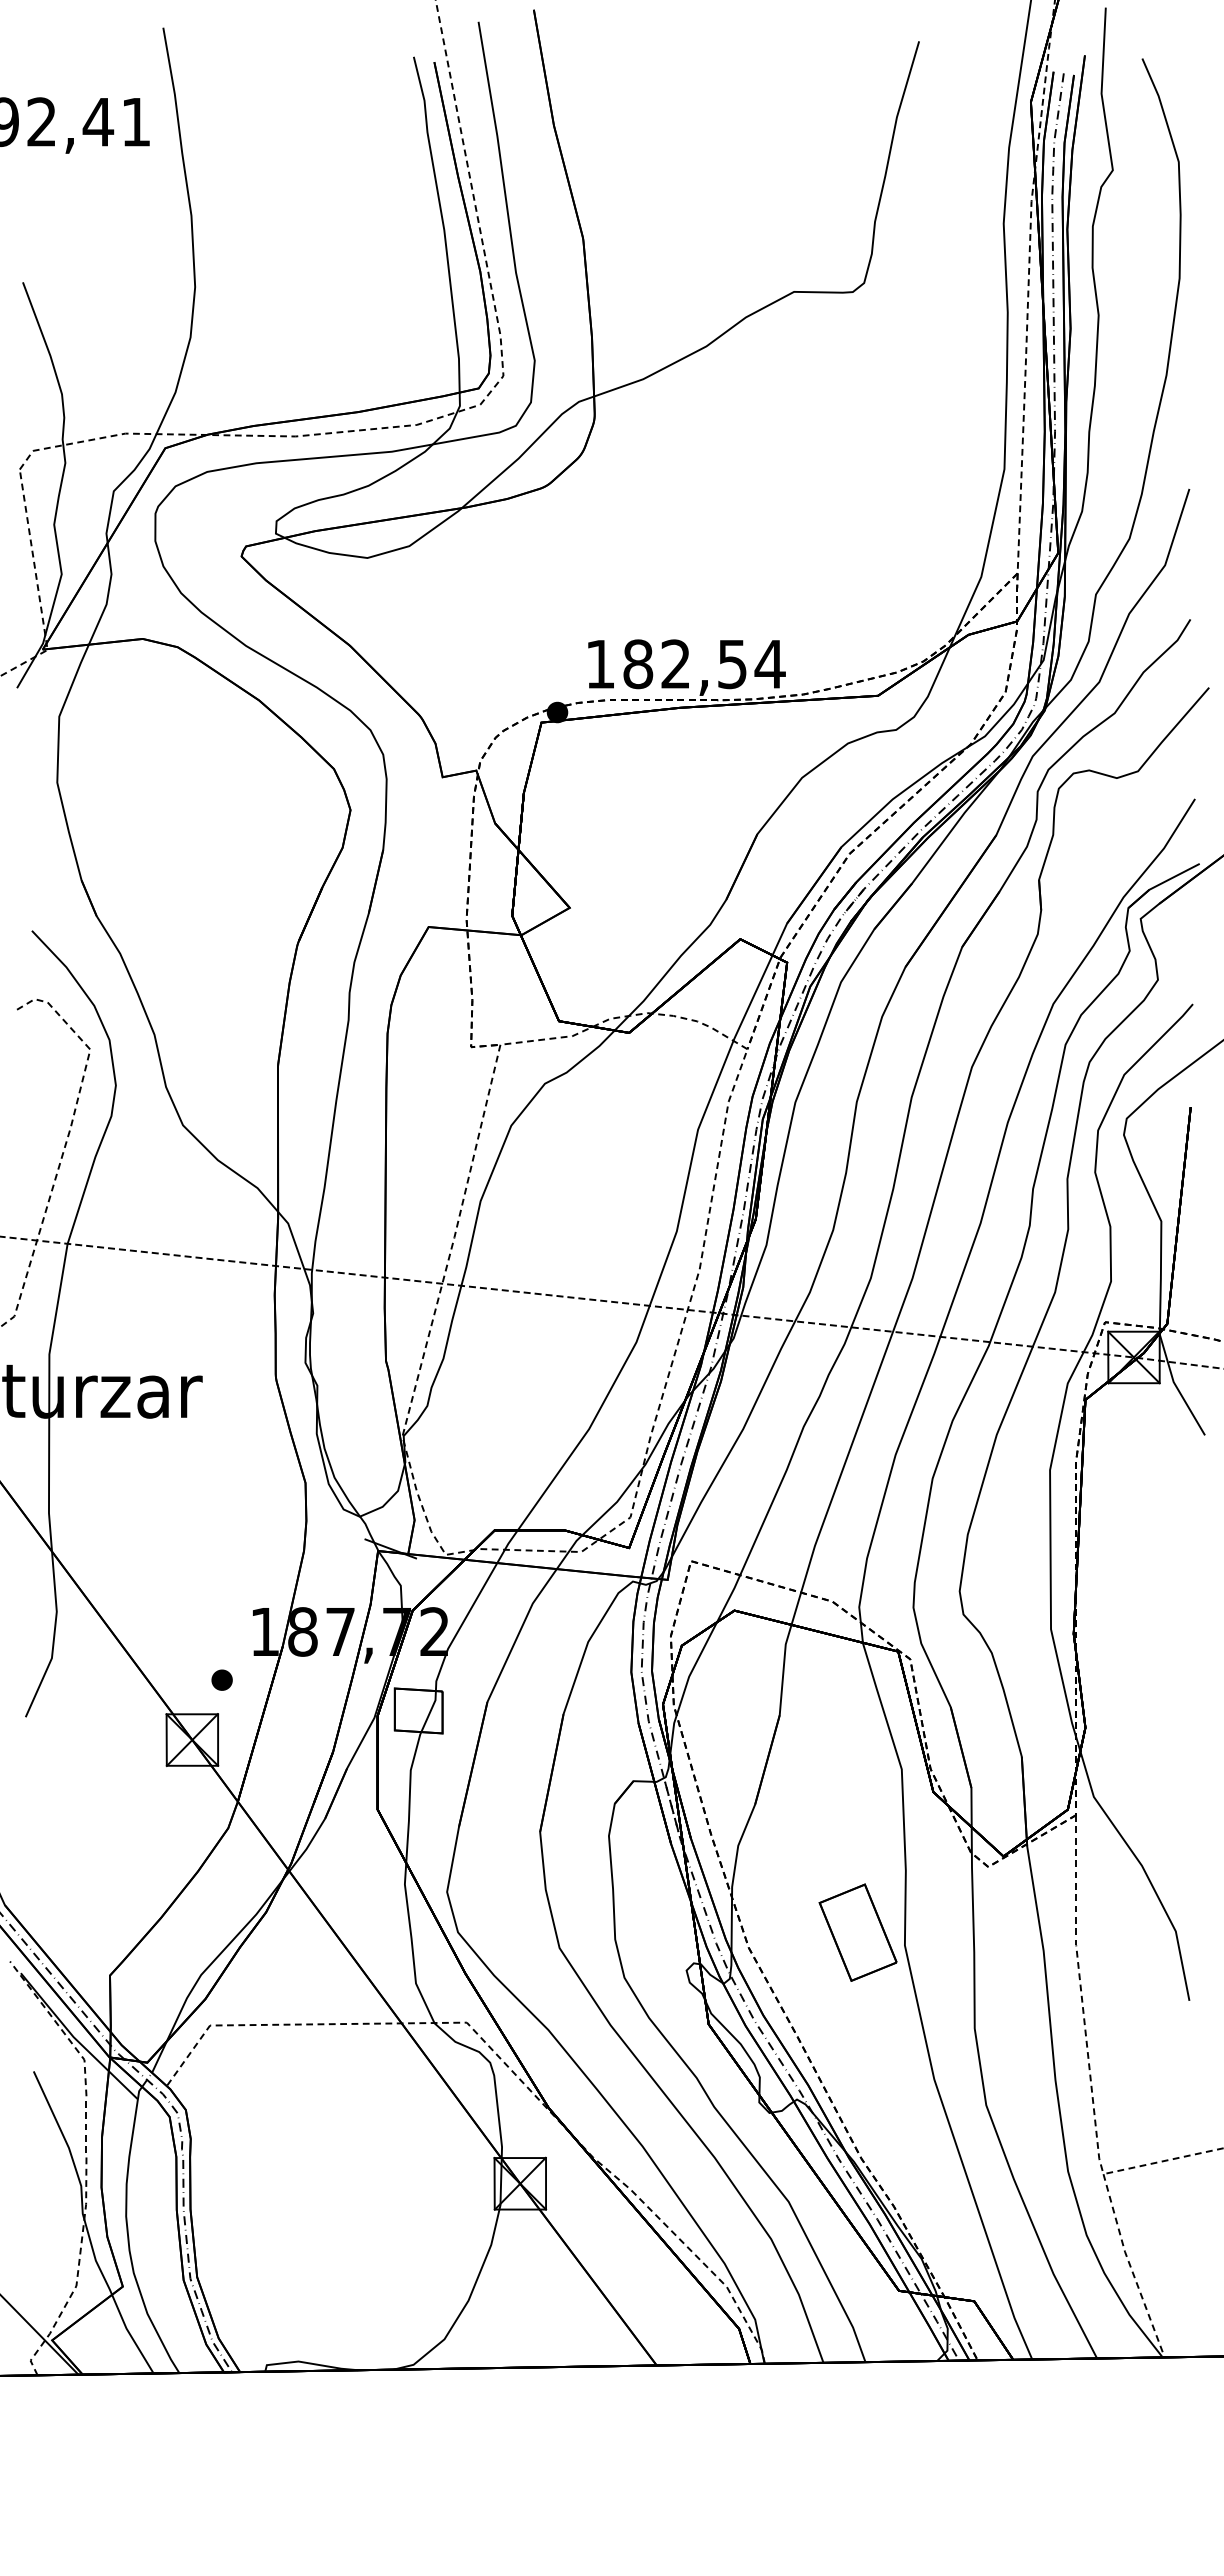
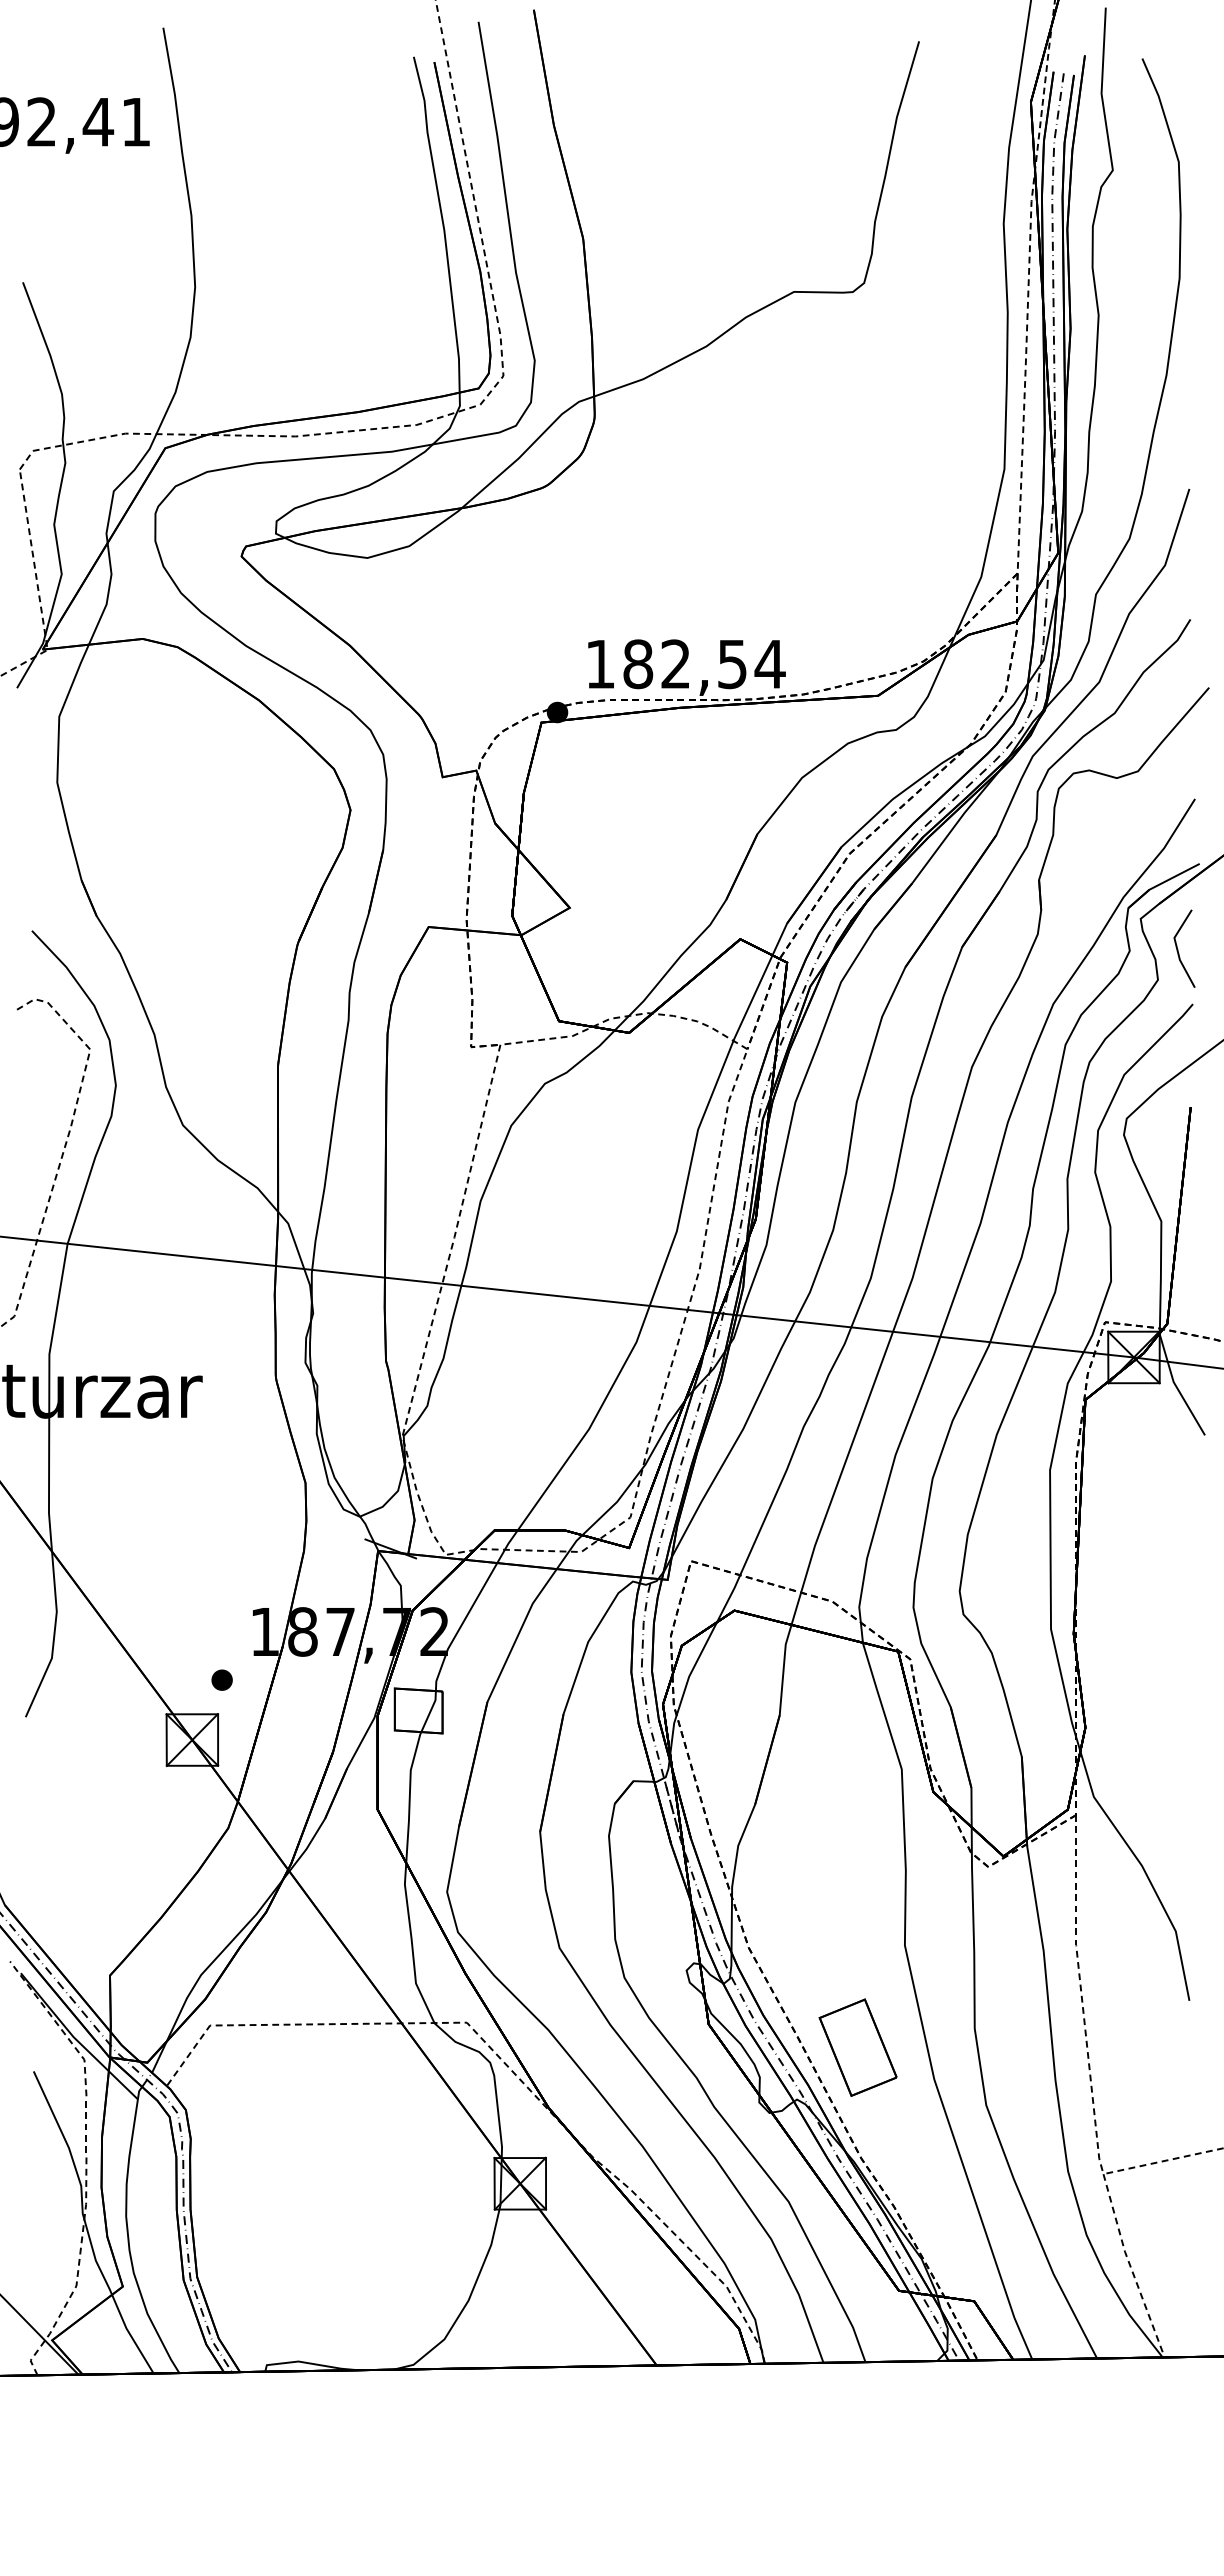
line at (1178, 949): none -> present
line at (613, 1301): dashed -> solid
part at (857, 1932) position: (857, 1932) -> (857, 2047)
